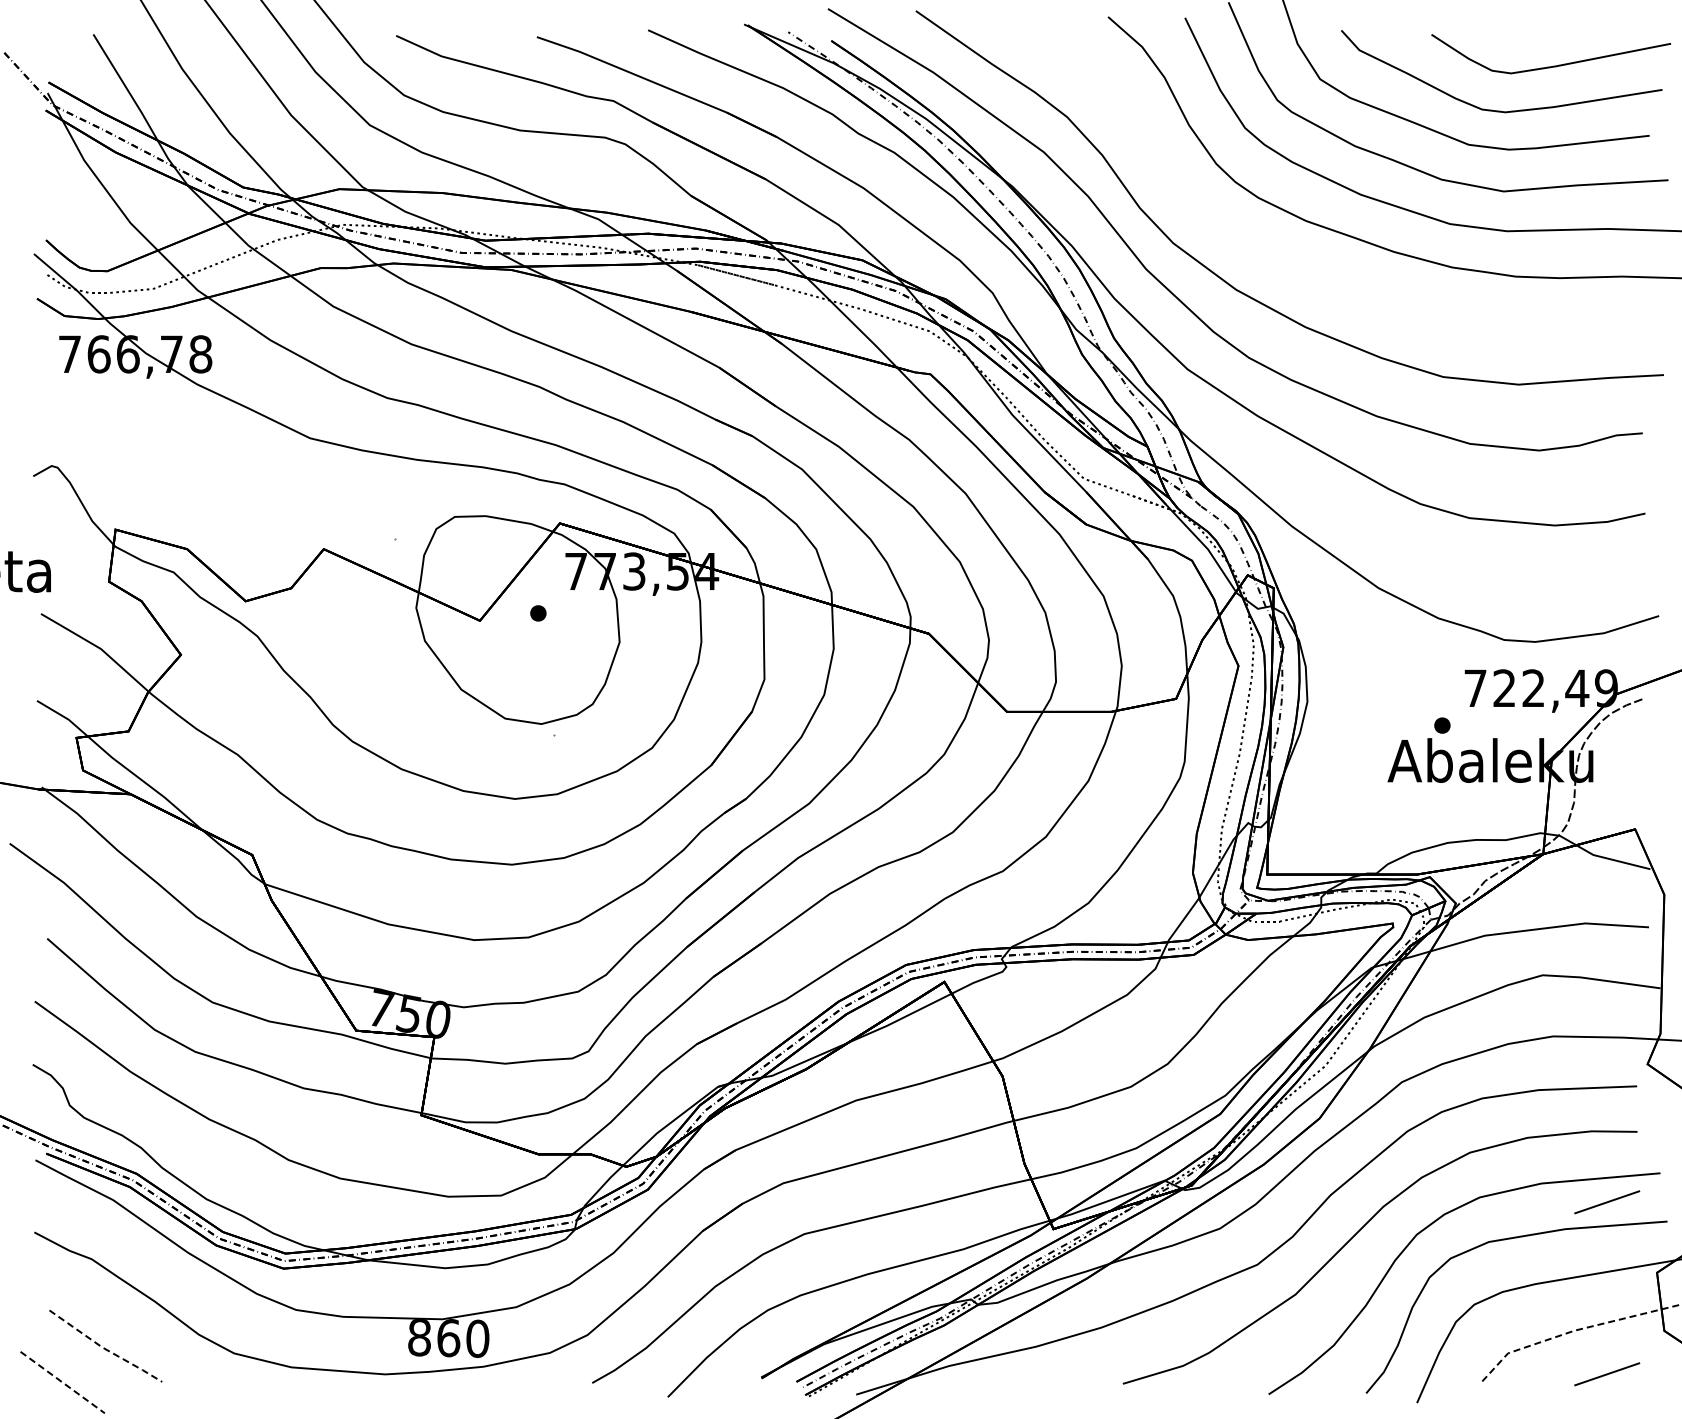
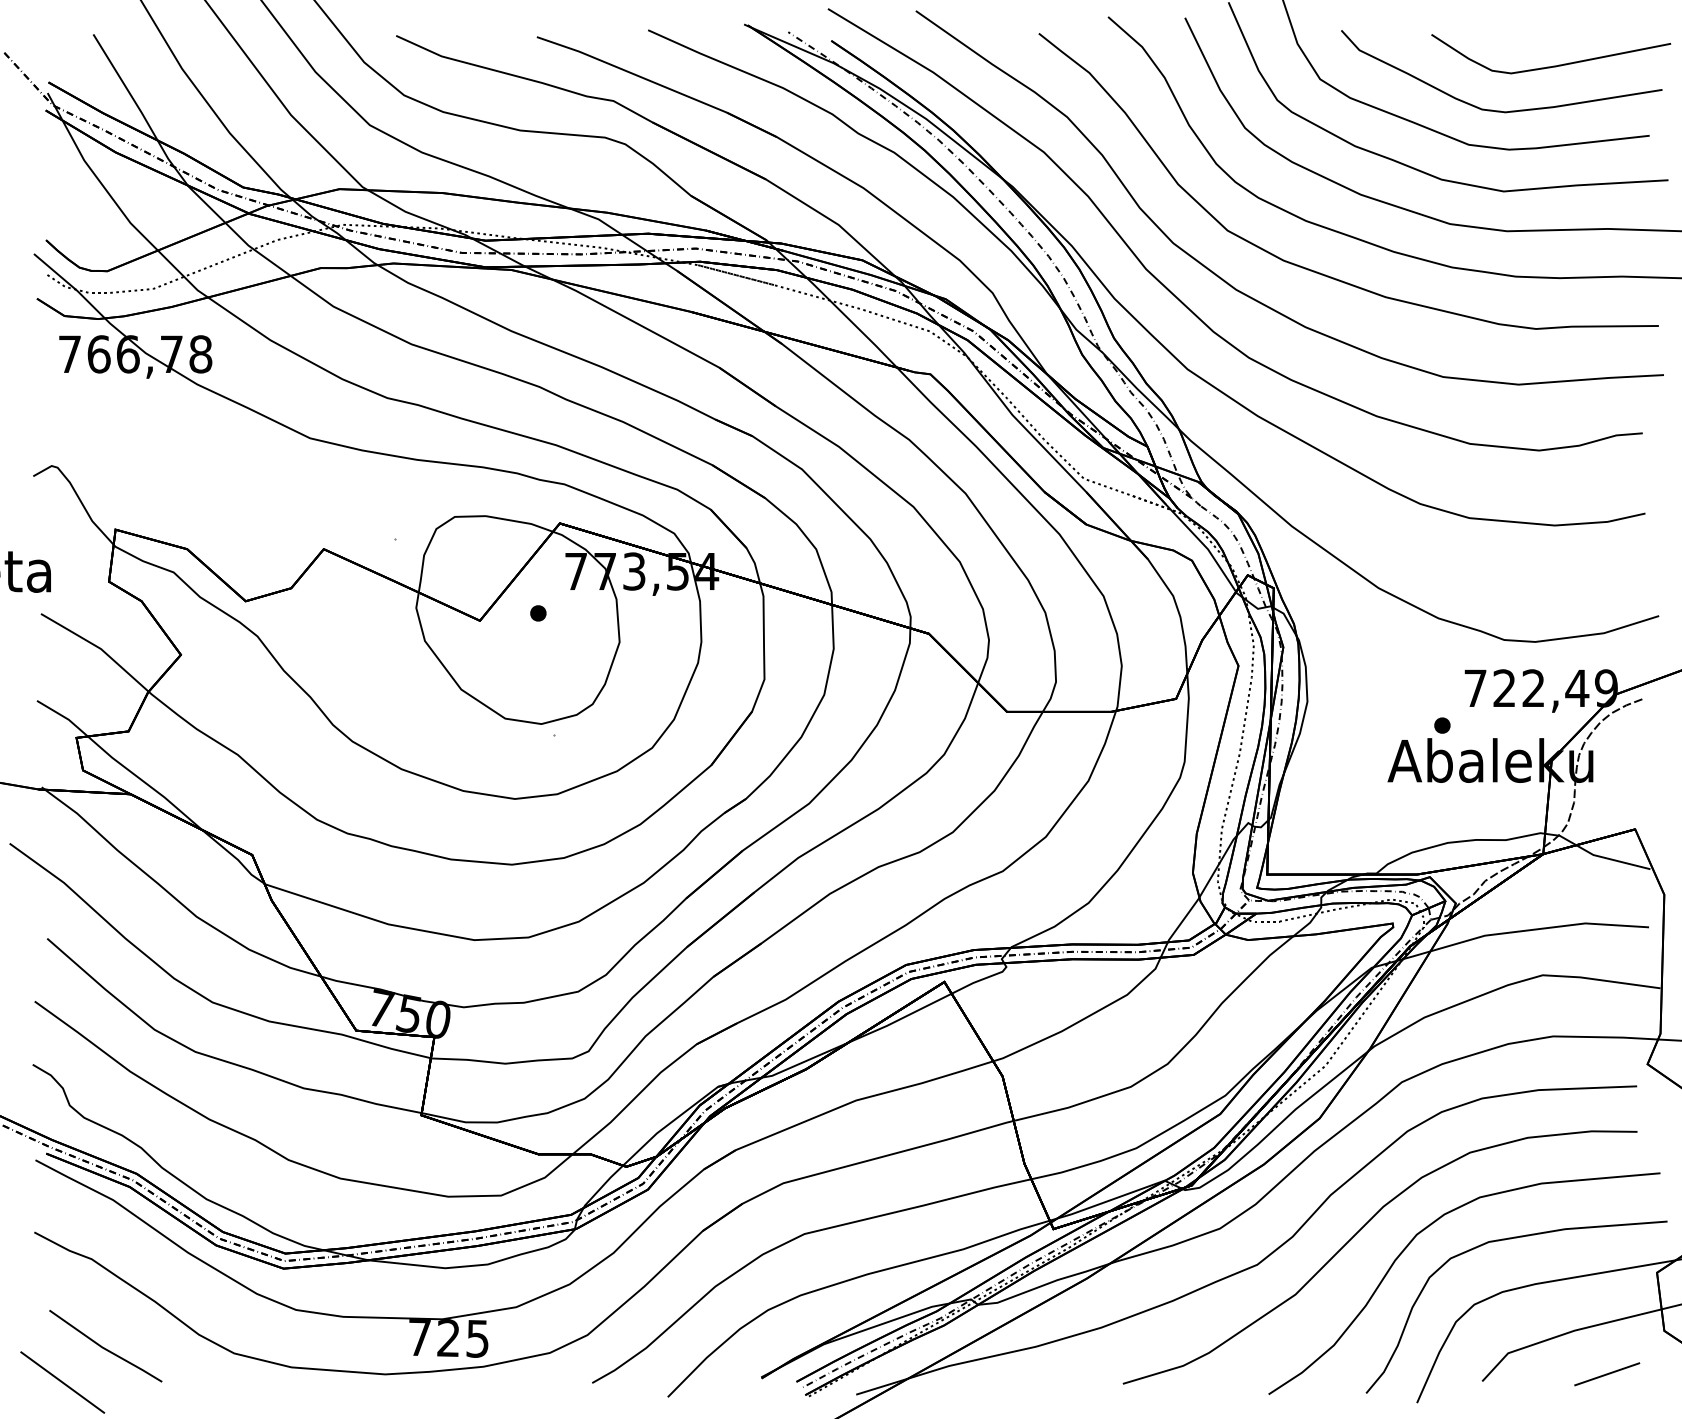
curve at (1317, 271): none -> present
line at (1607, 1202): present -> none
line at (1574, 1330): dashed -> solid
text at (448, 1338): 860 -> 725
line at (104, 1348): dashed -> solid
line at (63, 1382): dashed -> solid
